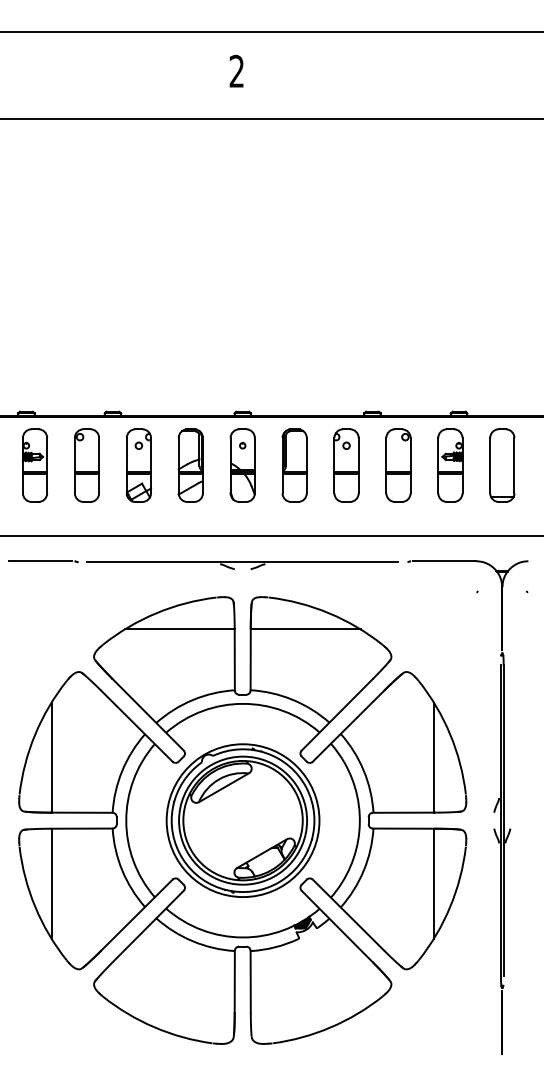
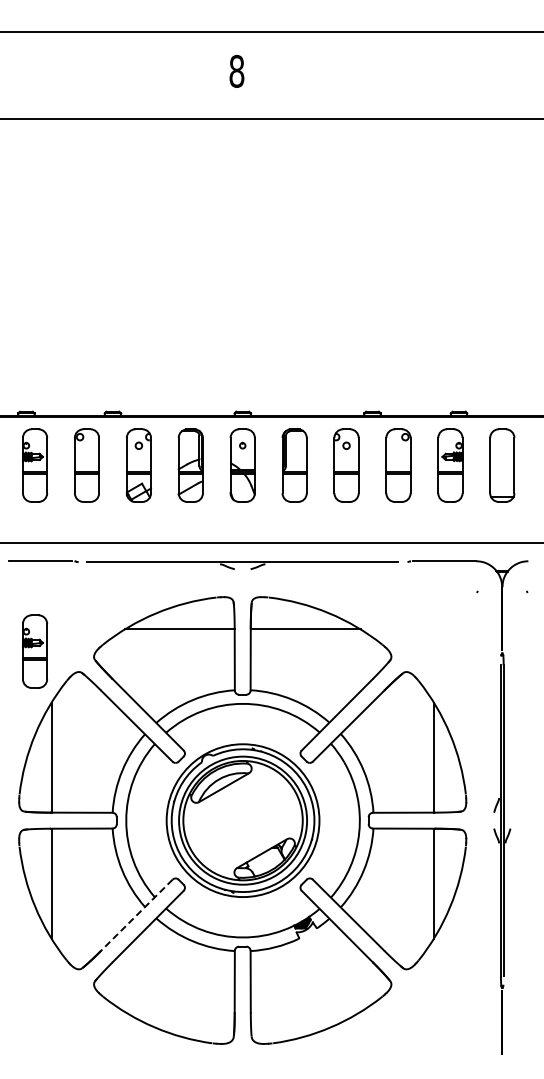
text at (236, 71): 2 -> 8
line at (271, 536) position: (271, 536) -> (271, 543)
part at (34, 651): none -> present
line at (136, 915): solid -> dashed
